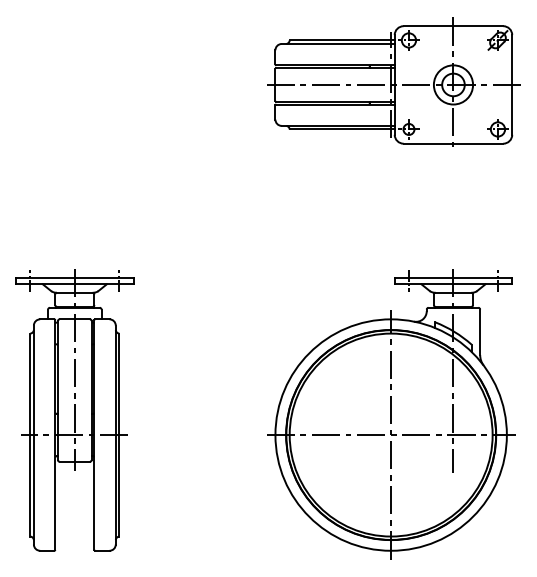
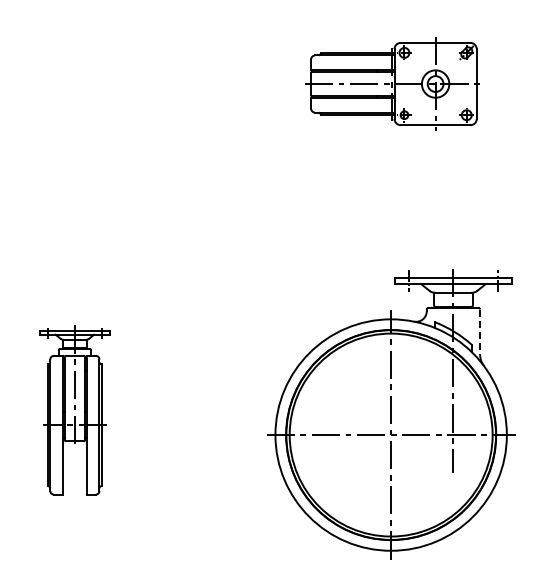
part at (393, 81) size: 254x130 px -> 175x94 px
line at (480, 332): solid -> dashed
part at (74, 410) size: 120x283 px -> 72x171 px
